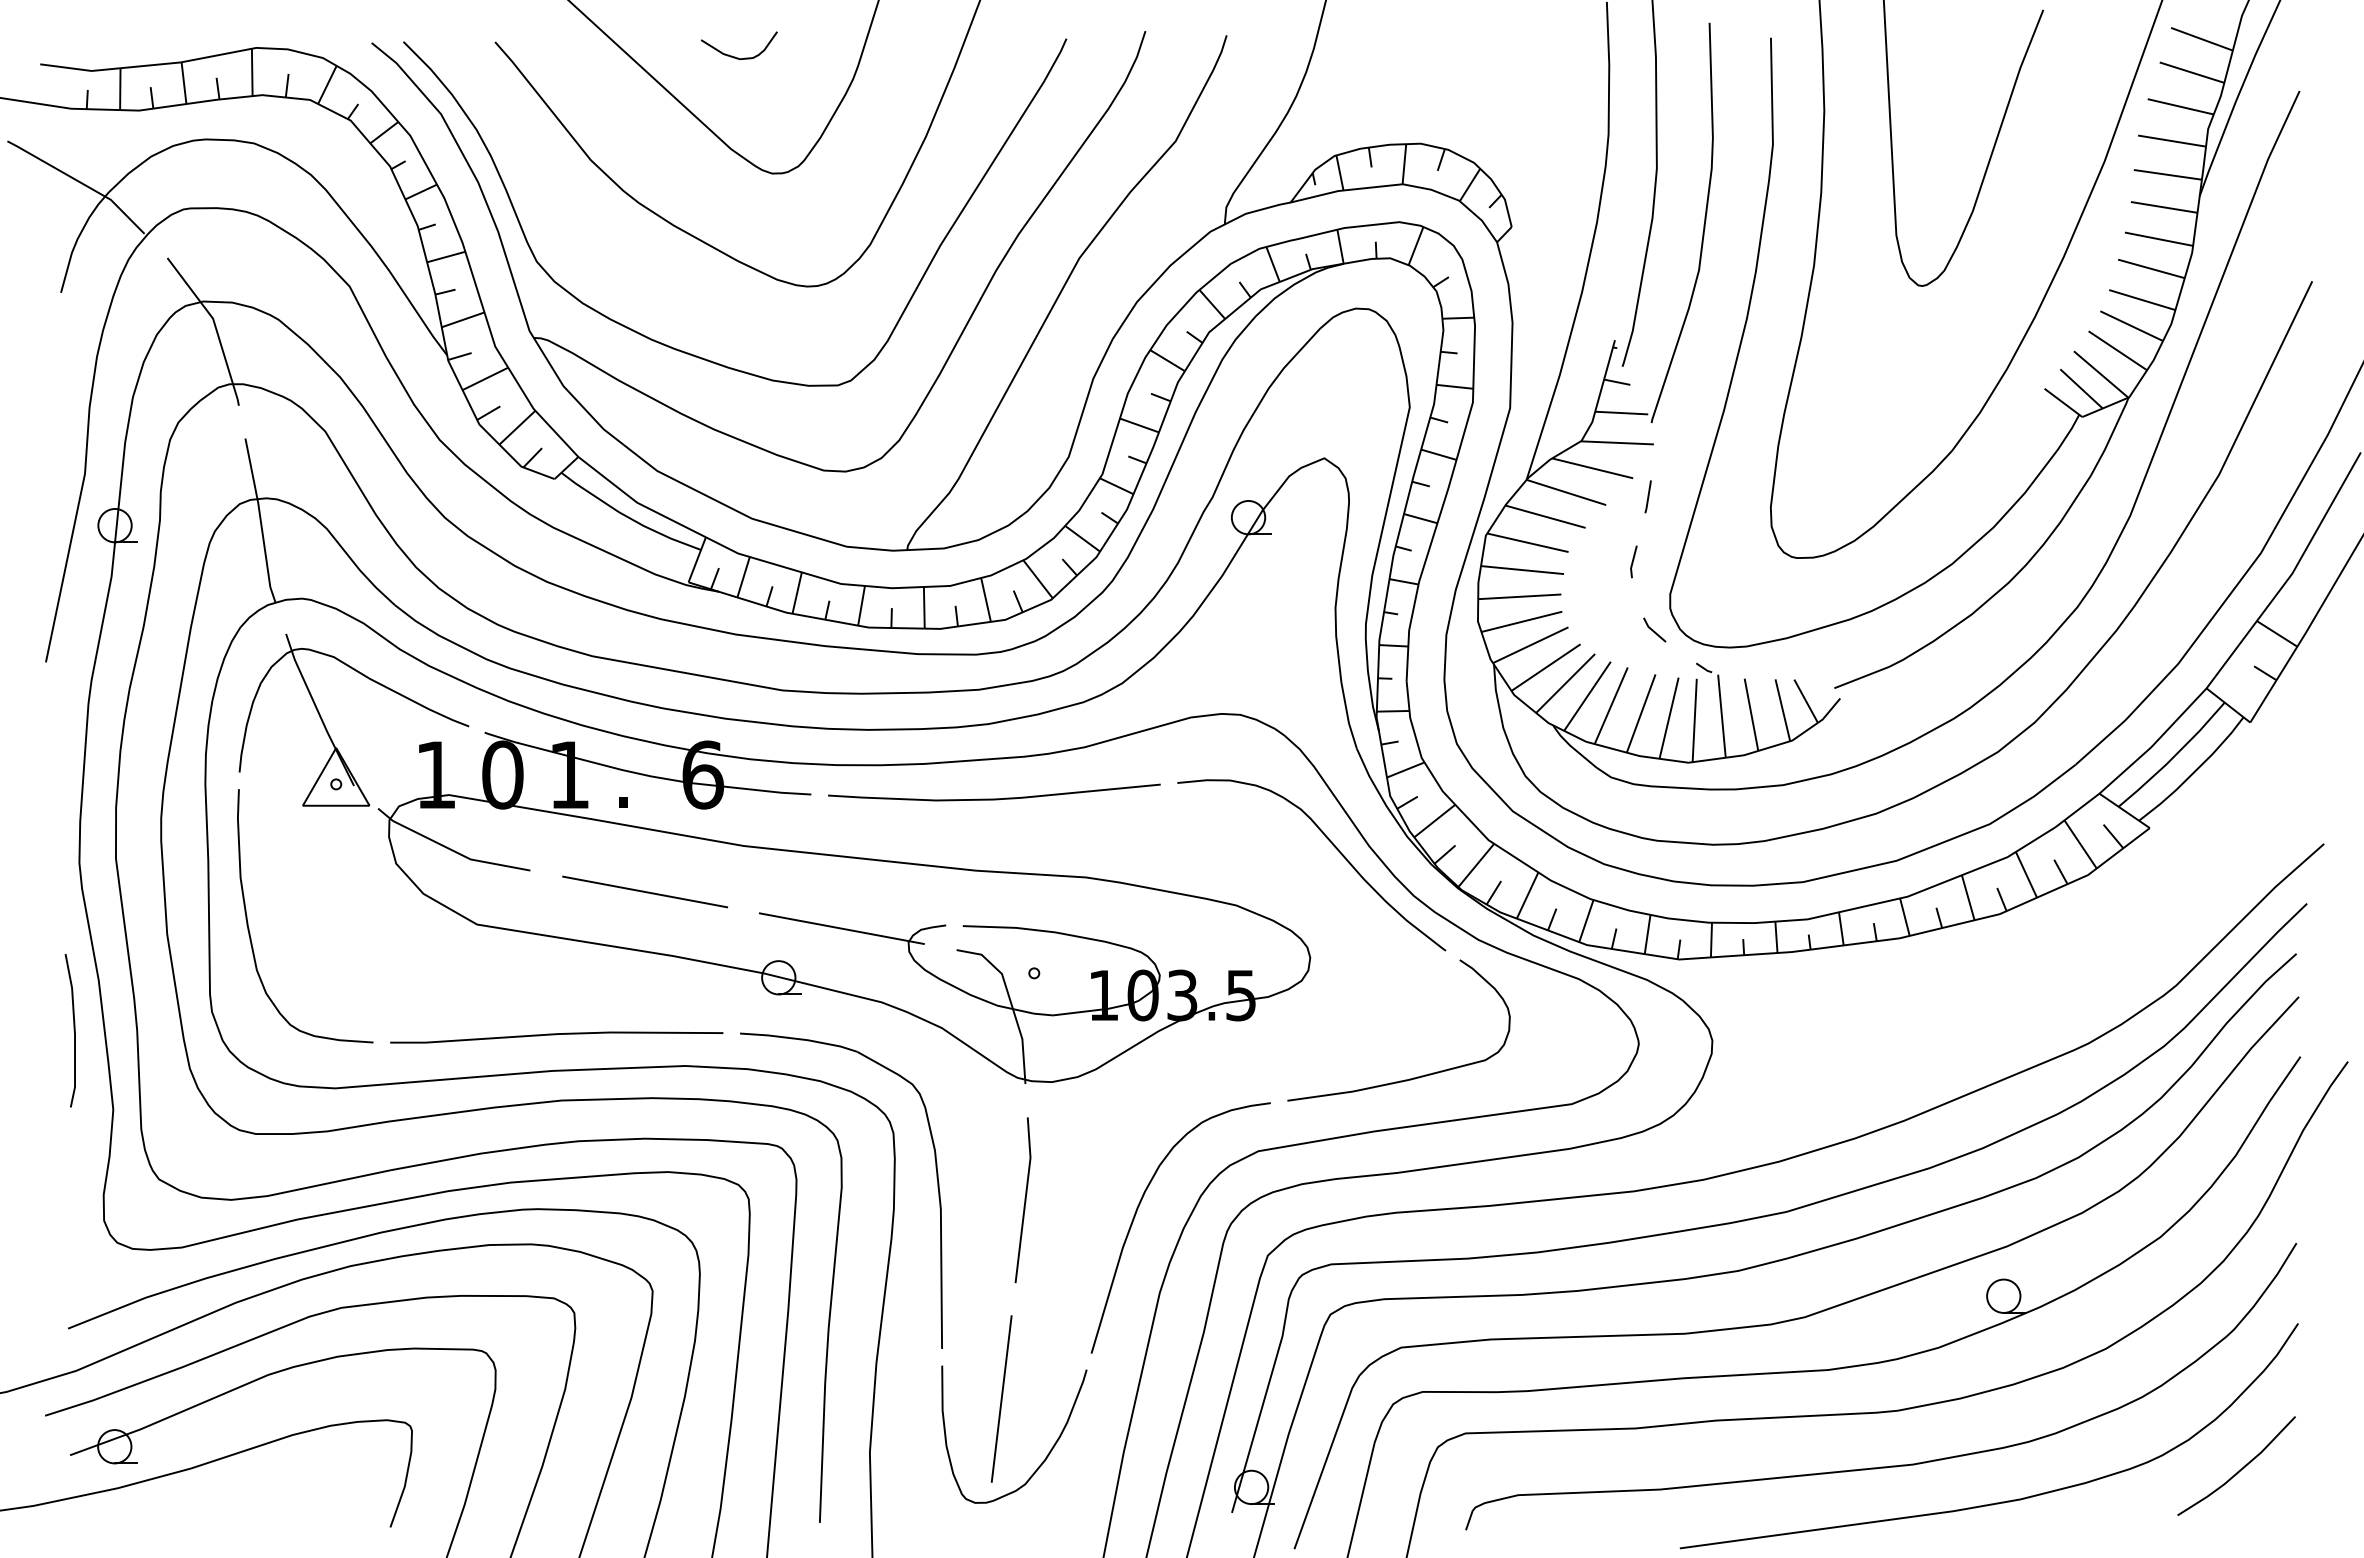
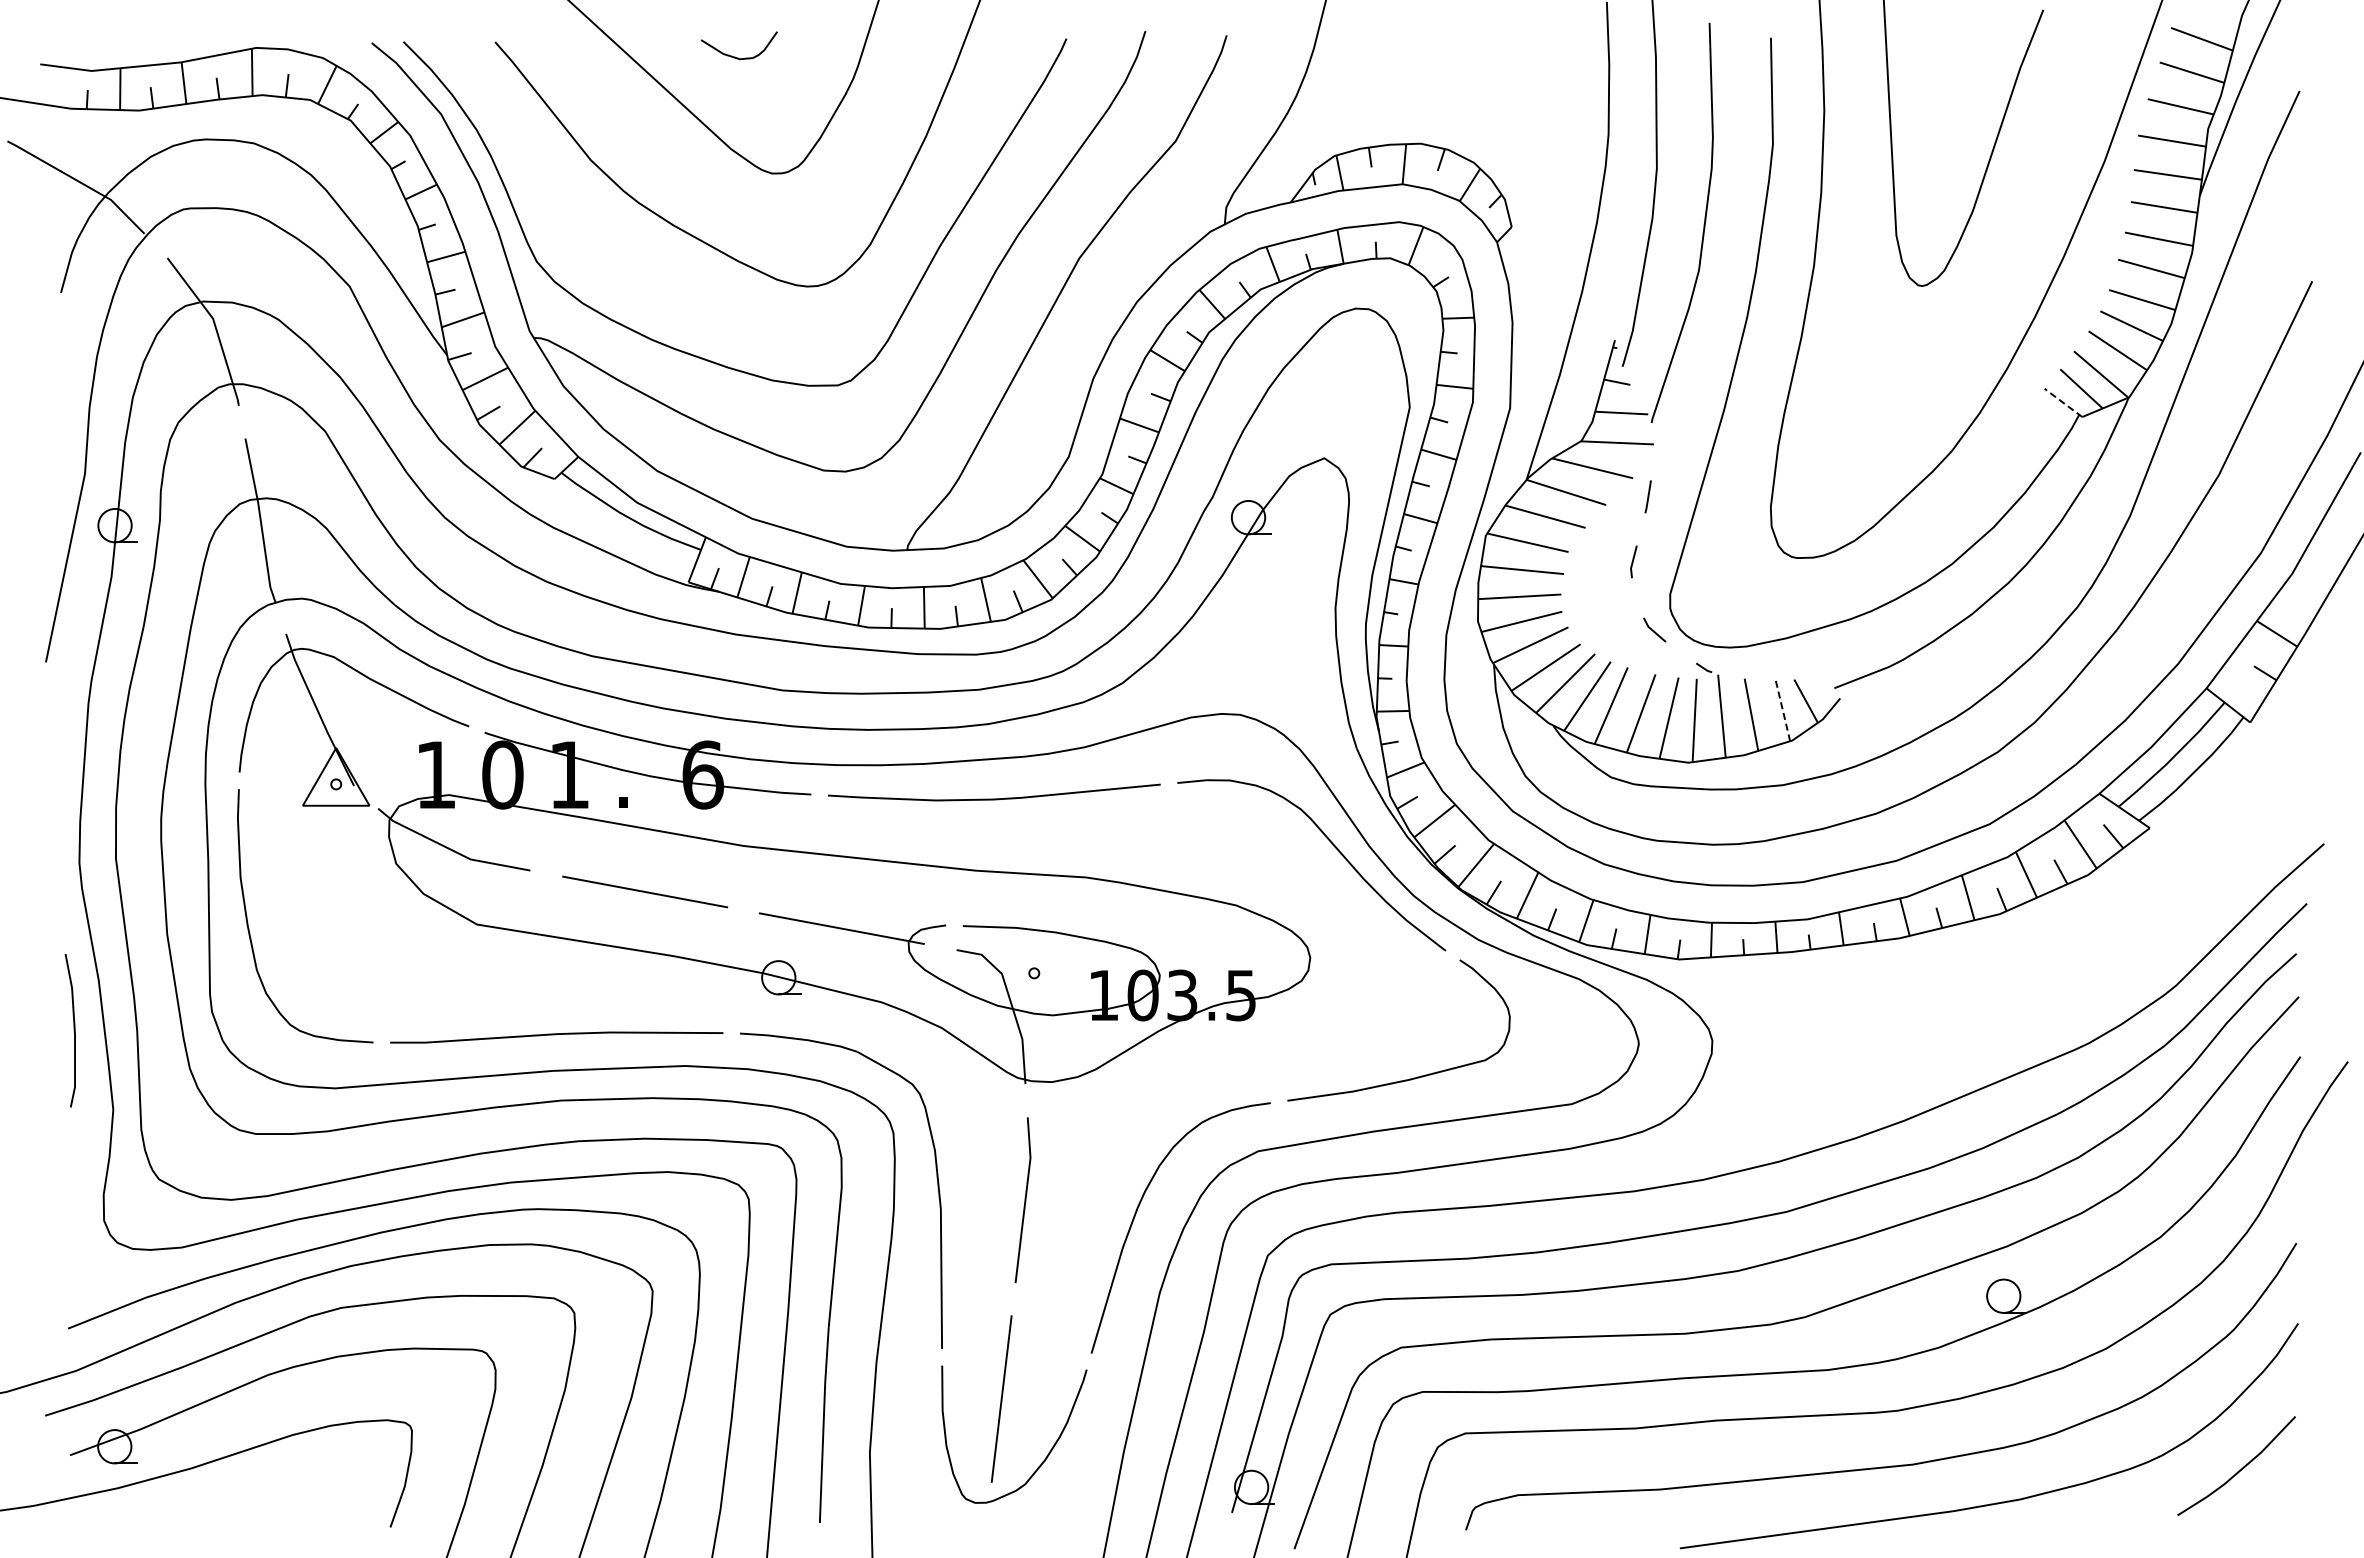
line at (2063, 402): solid -> dashed
line at (1782, 710): solid -> dashed
